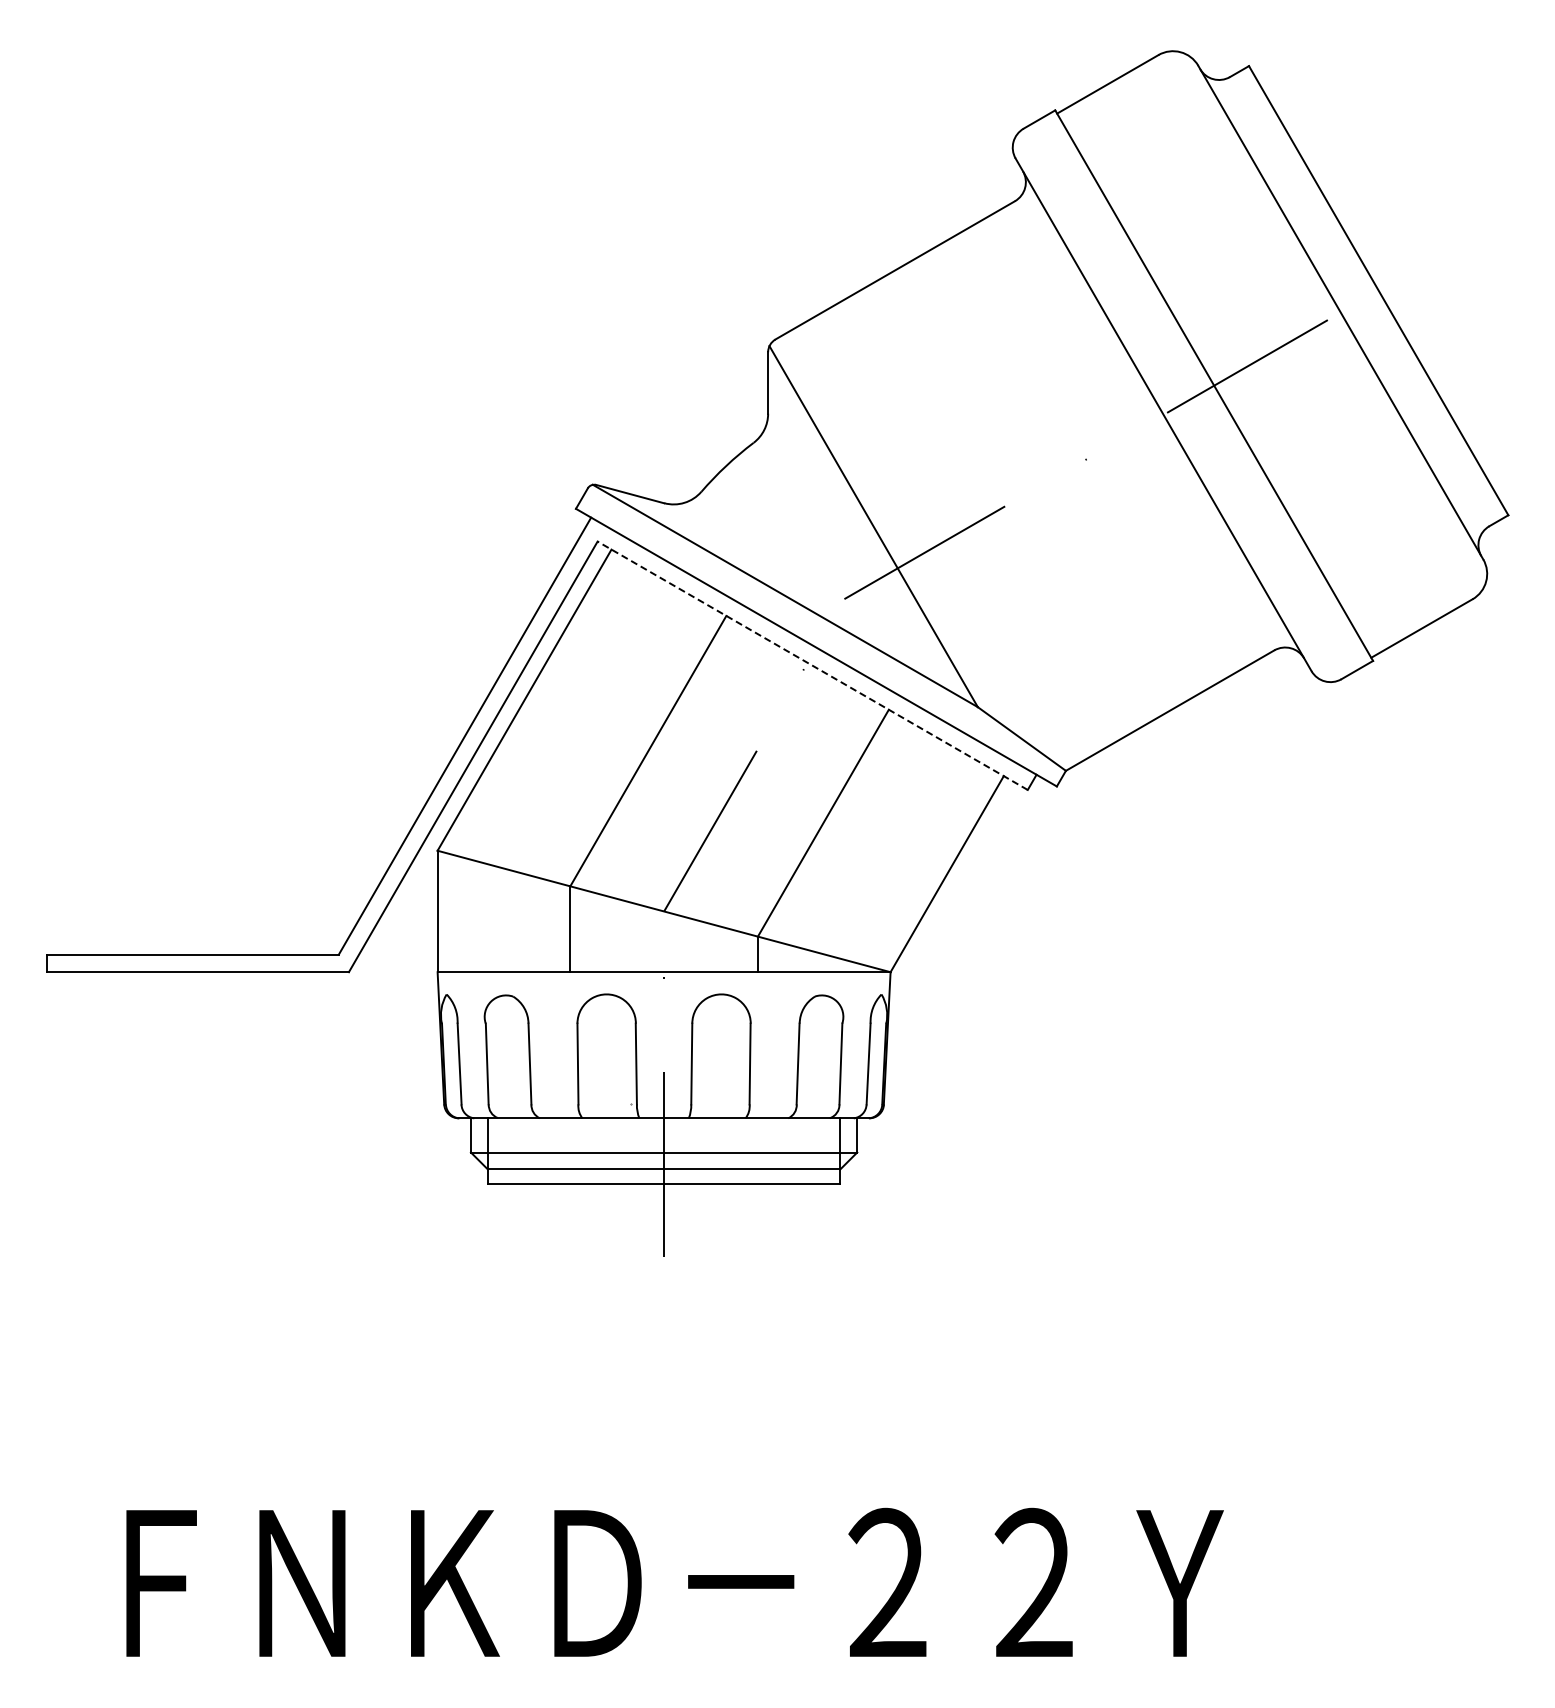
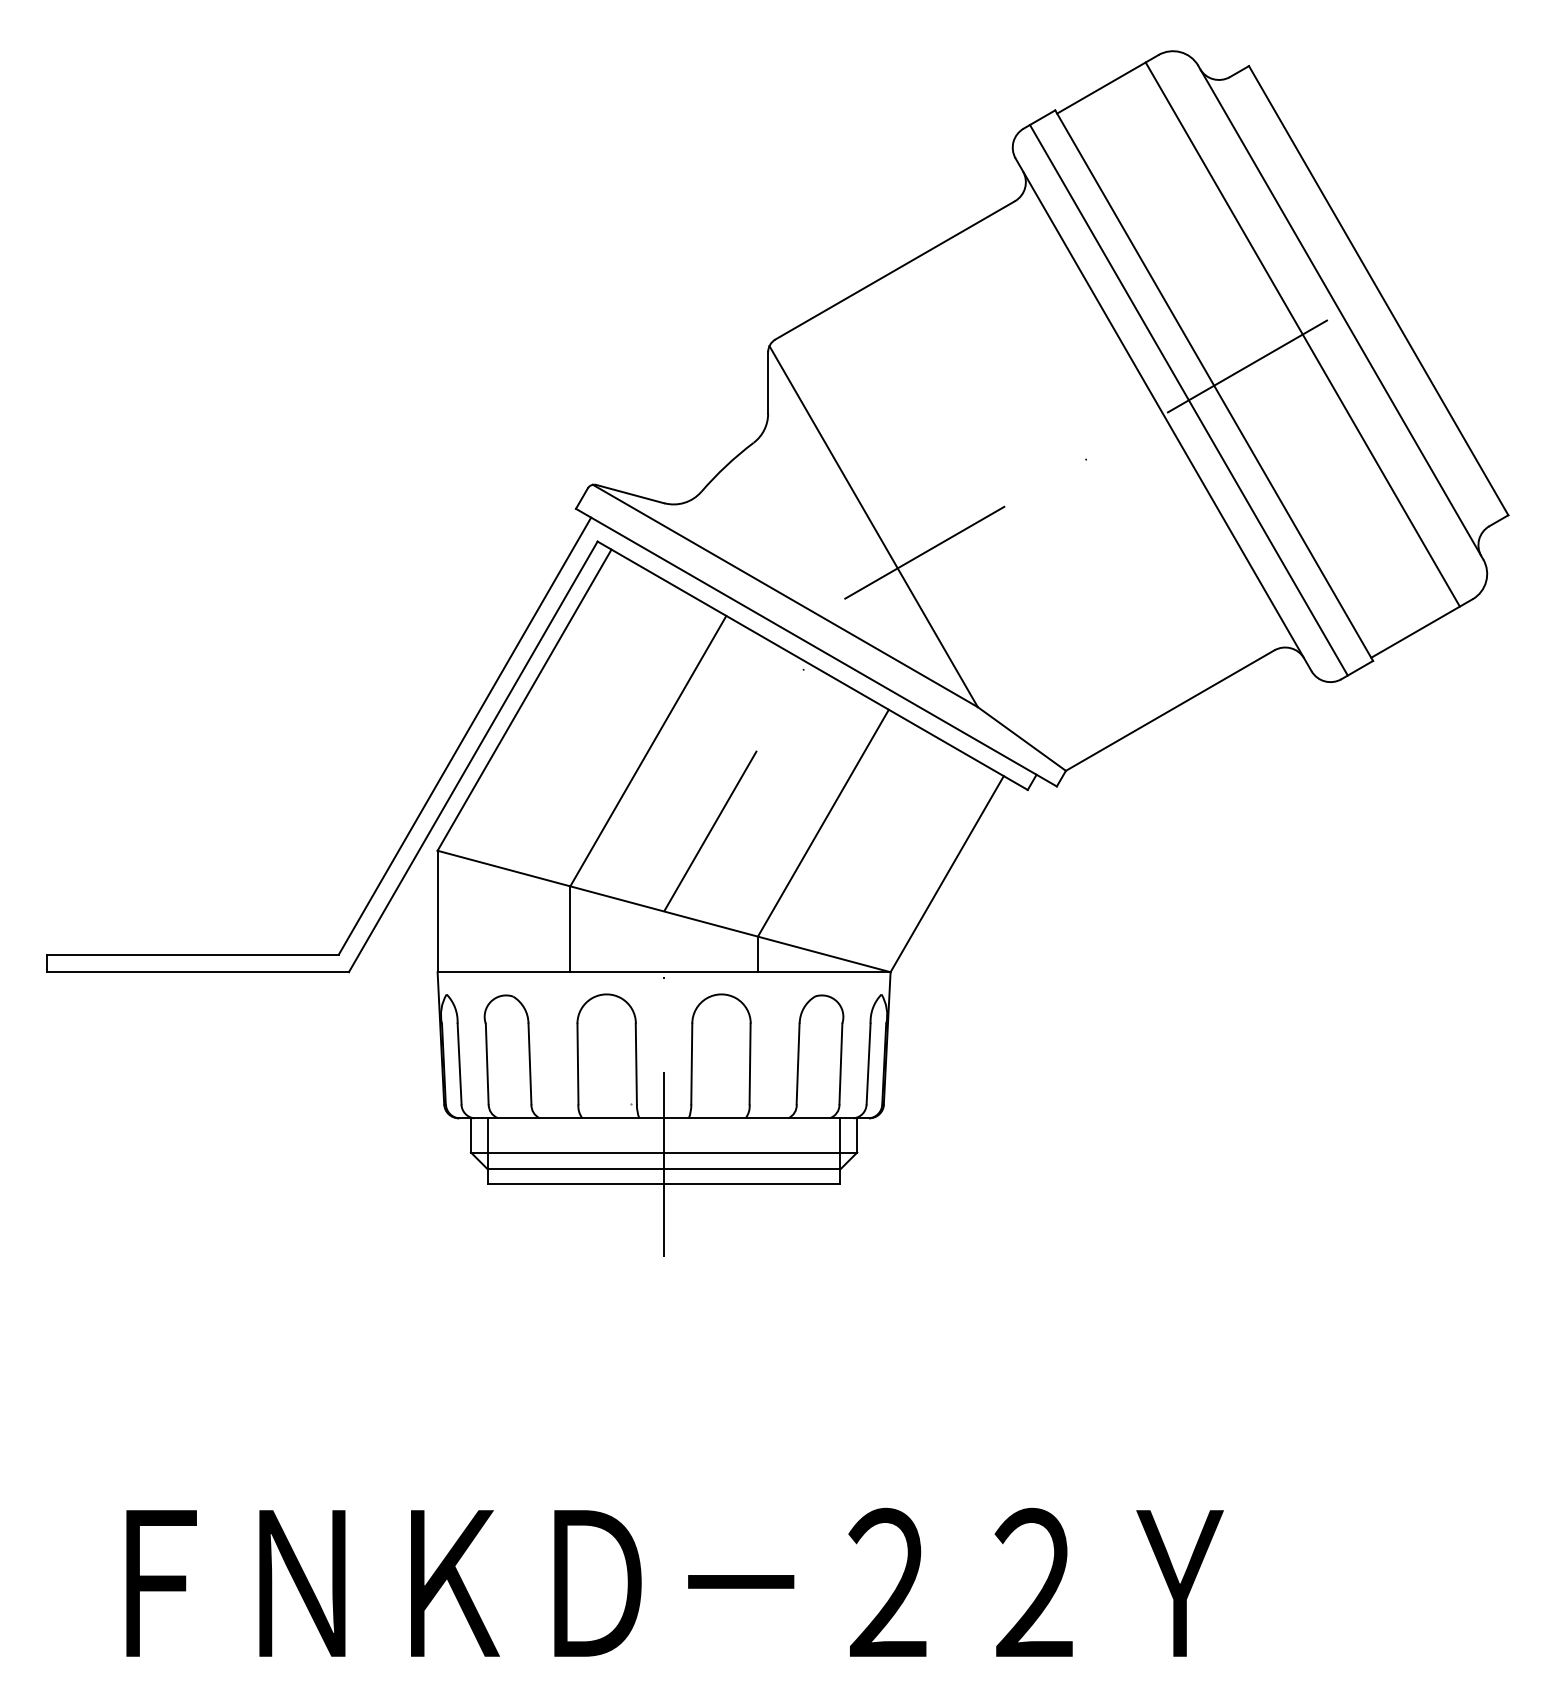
line at (1302, 334): none -> present
line at (1188, 400): none -> present
line at (812, 665): dashed -> solid
